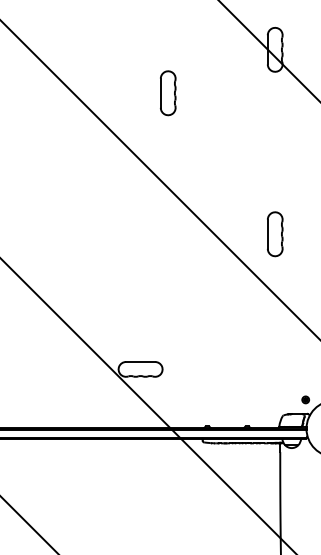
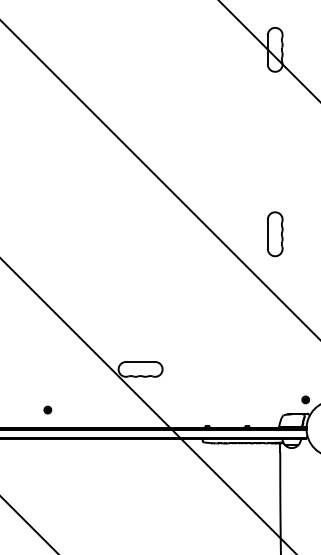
part at (168, 93): present -> none
part at (47, 409): none -> present
